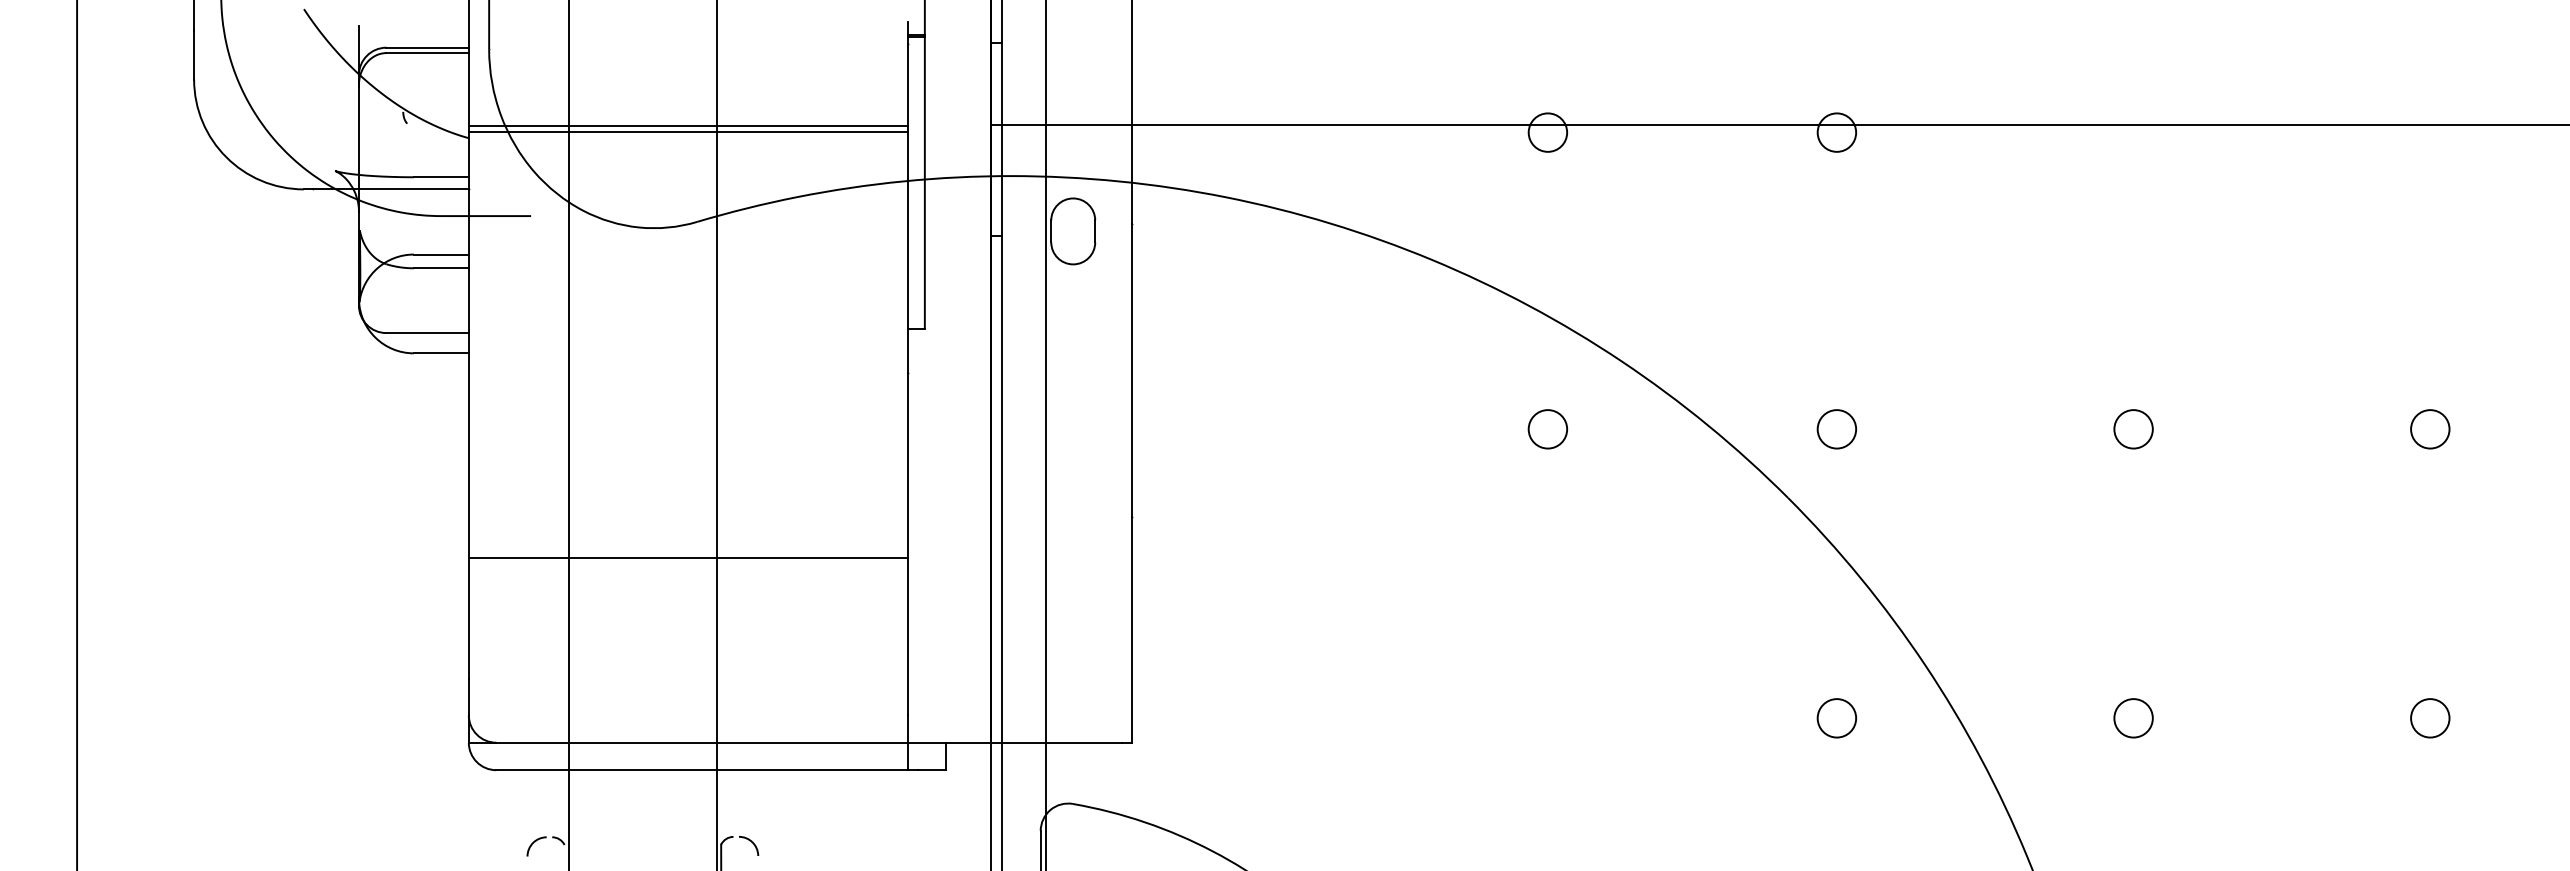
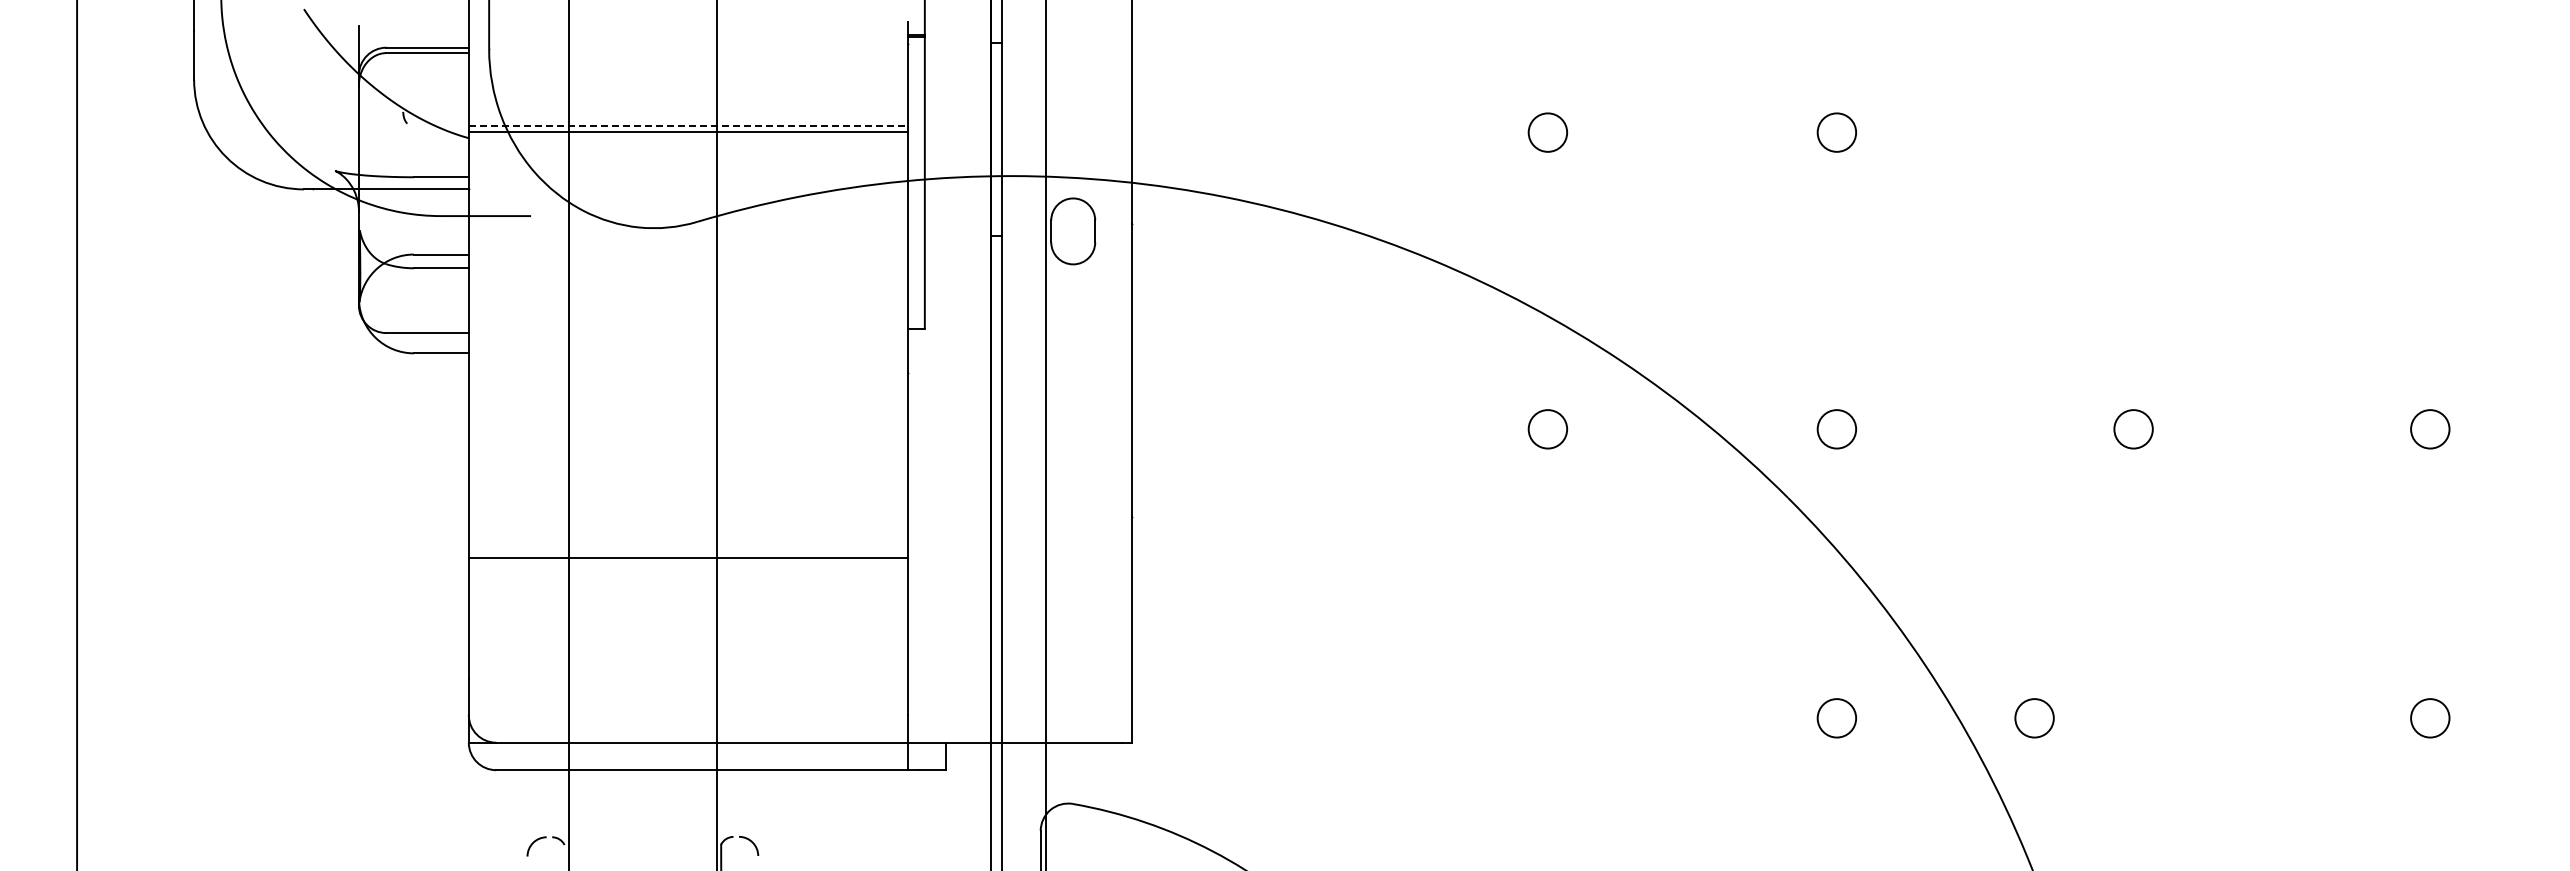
line at (1778, 124): present -> none
line at (688, 125): solid -> dashed
circle at (2133, 718) position: (2133, 718) -> (2034, 718)
